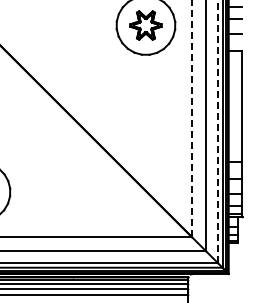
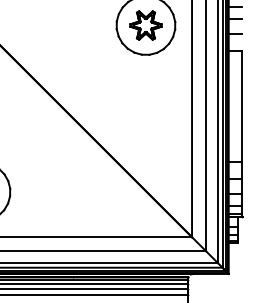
line at (192, 118): dashed -> solid
line at (217, 131): dashed -> solid
